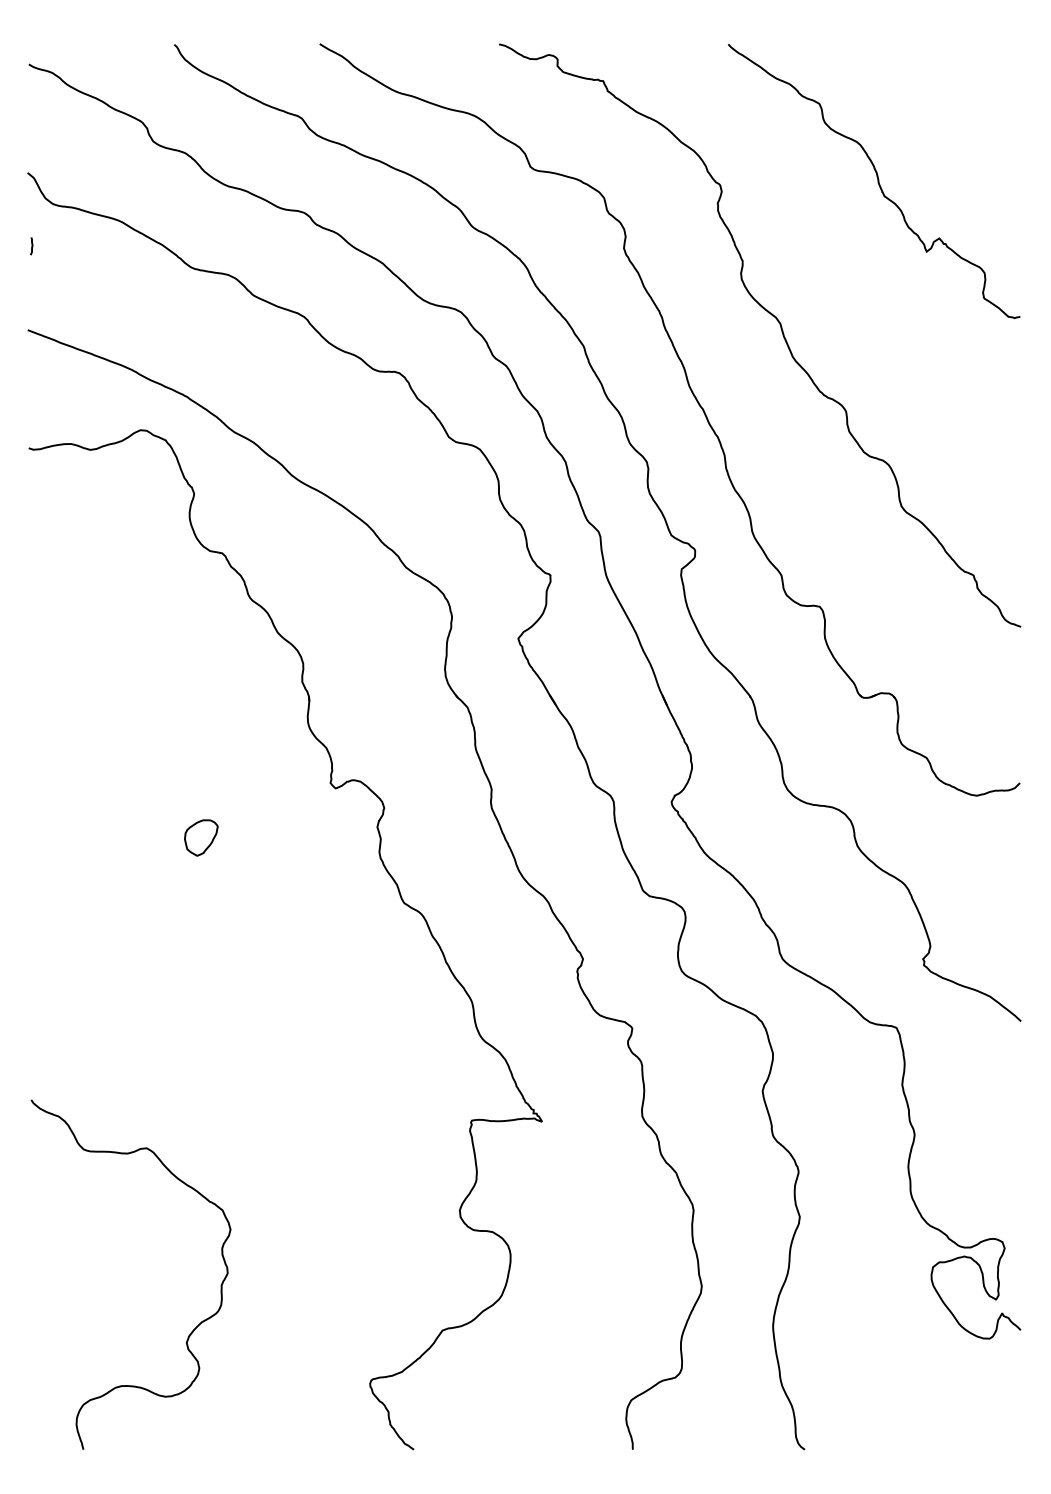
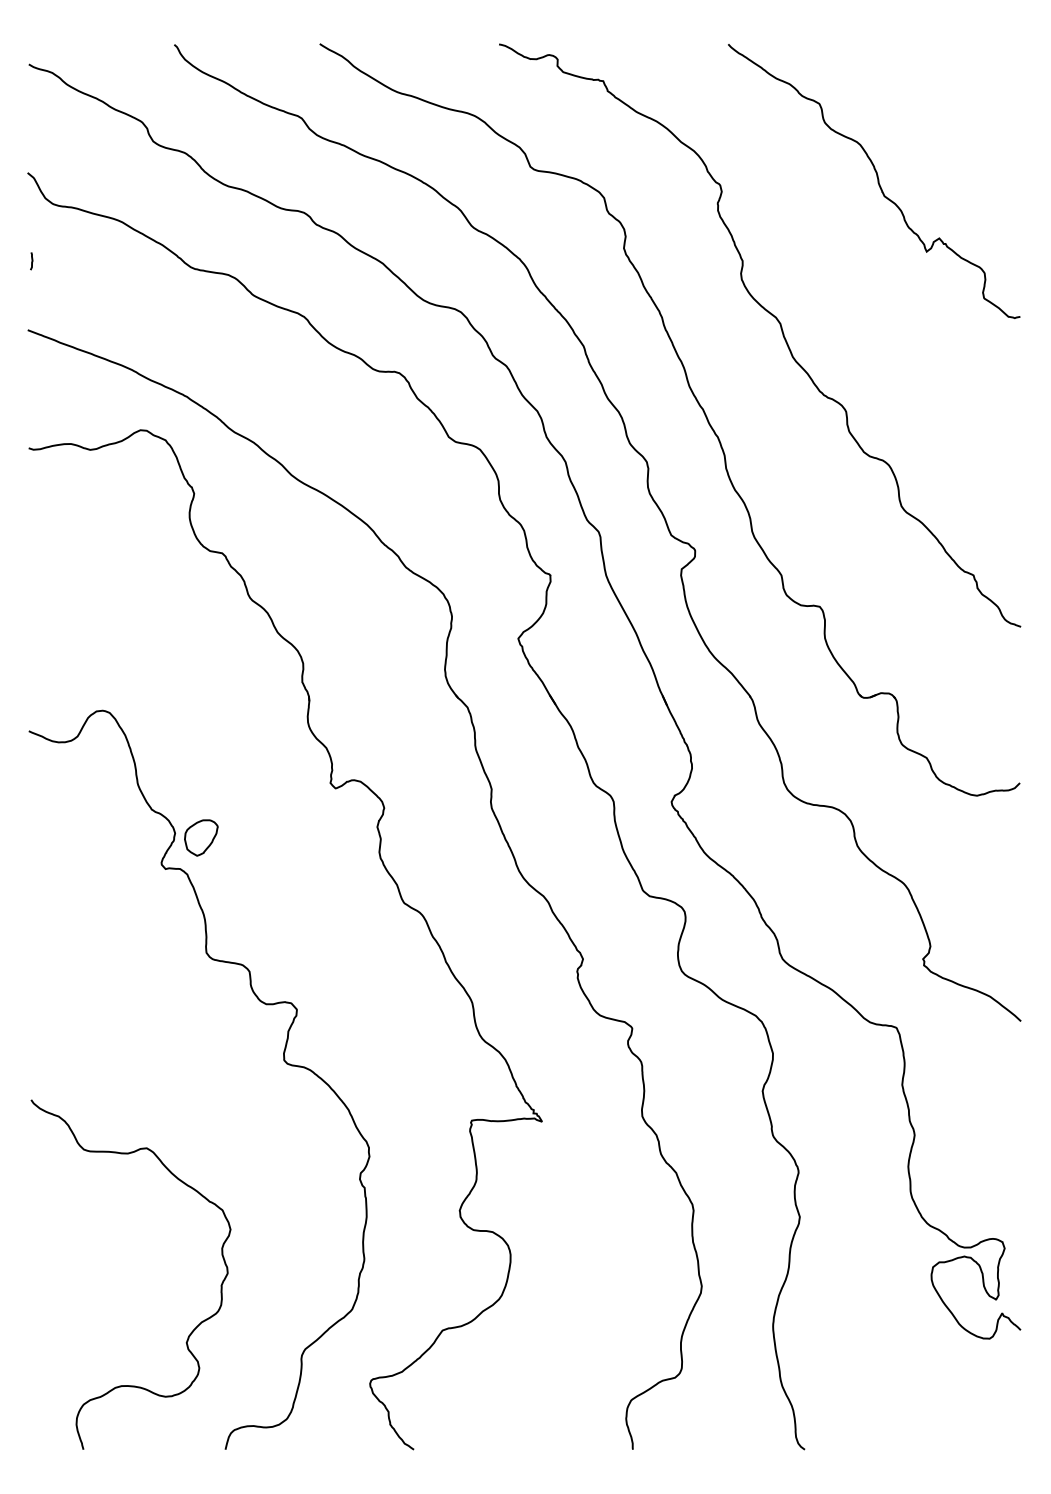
curve at (31, 246) position: (31, 246) -> (31, 261)
curve at (283, 1060): none -> present
